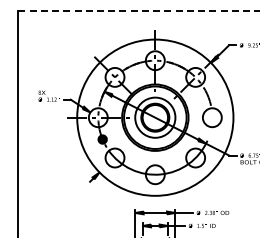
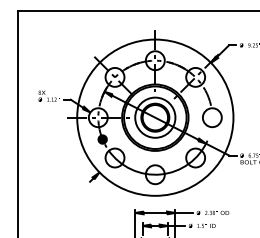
line at (139, 11): dashed -> solid
